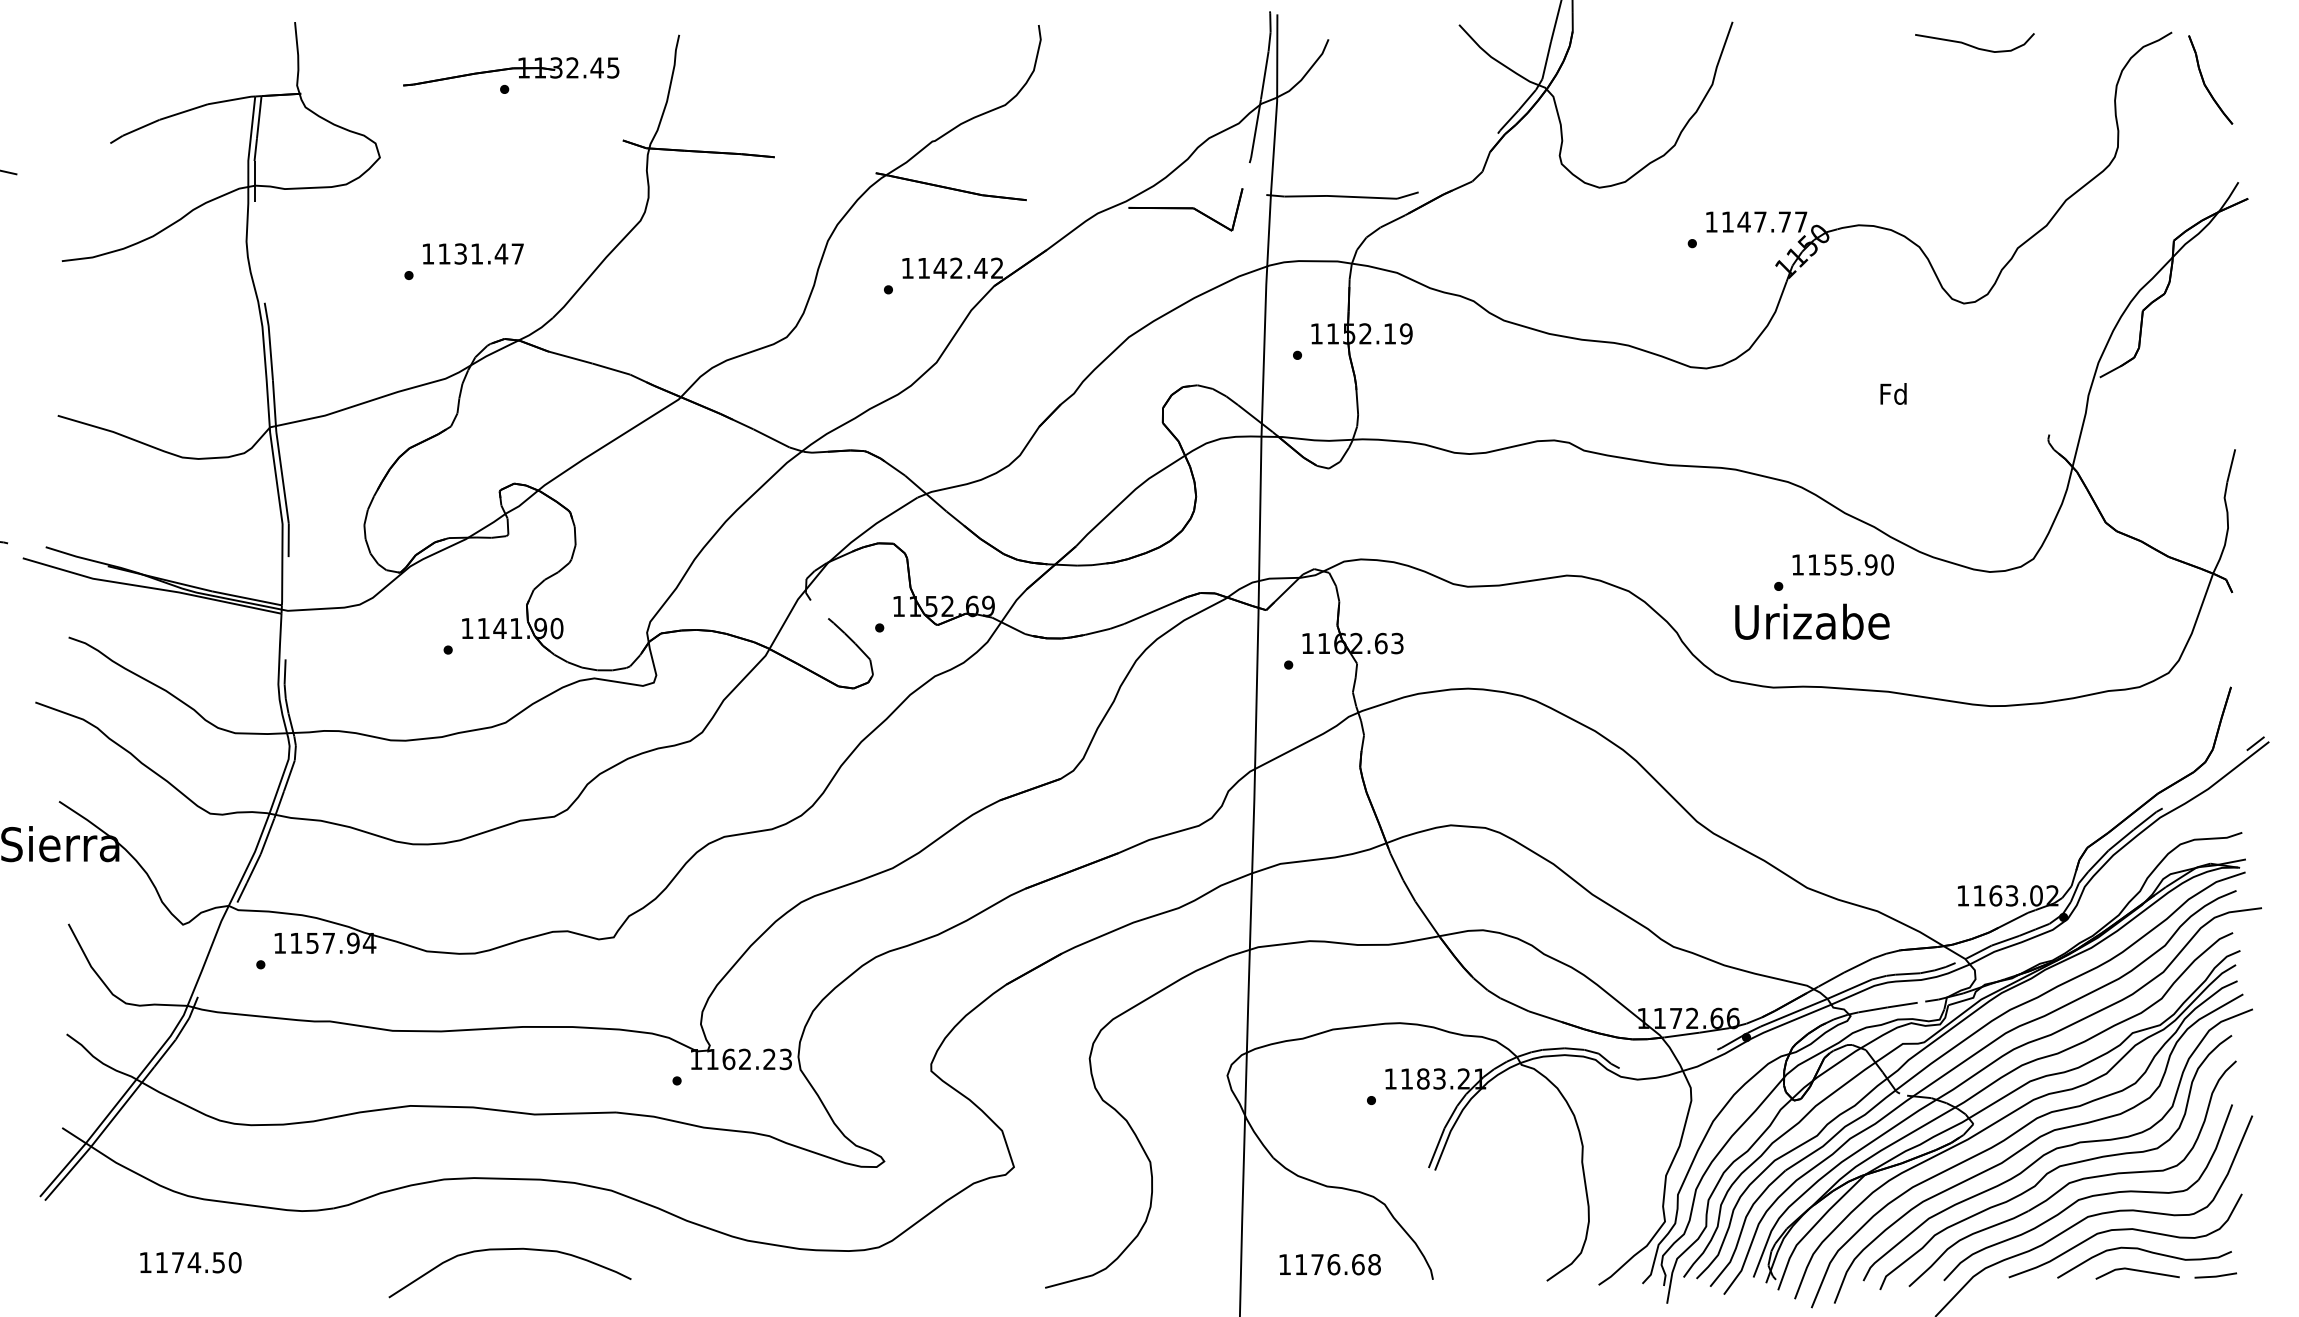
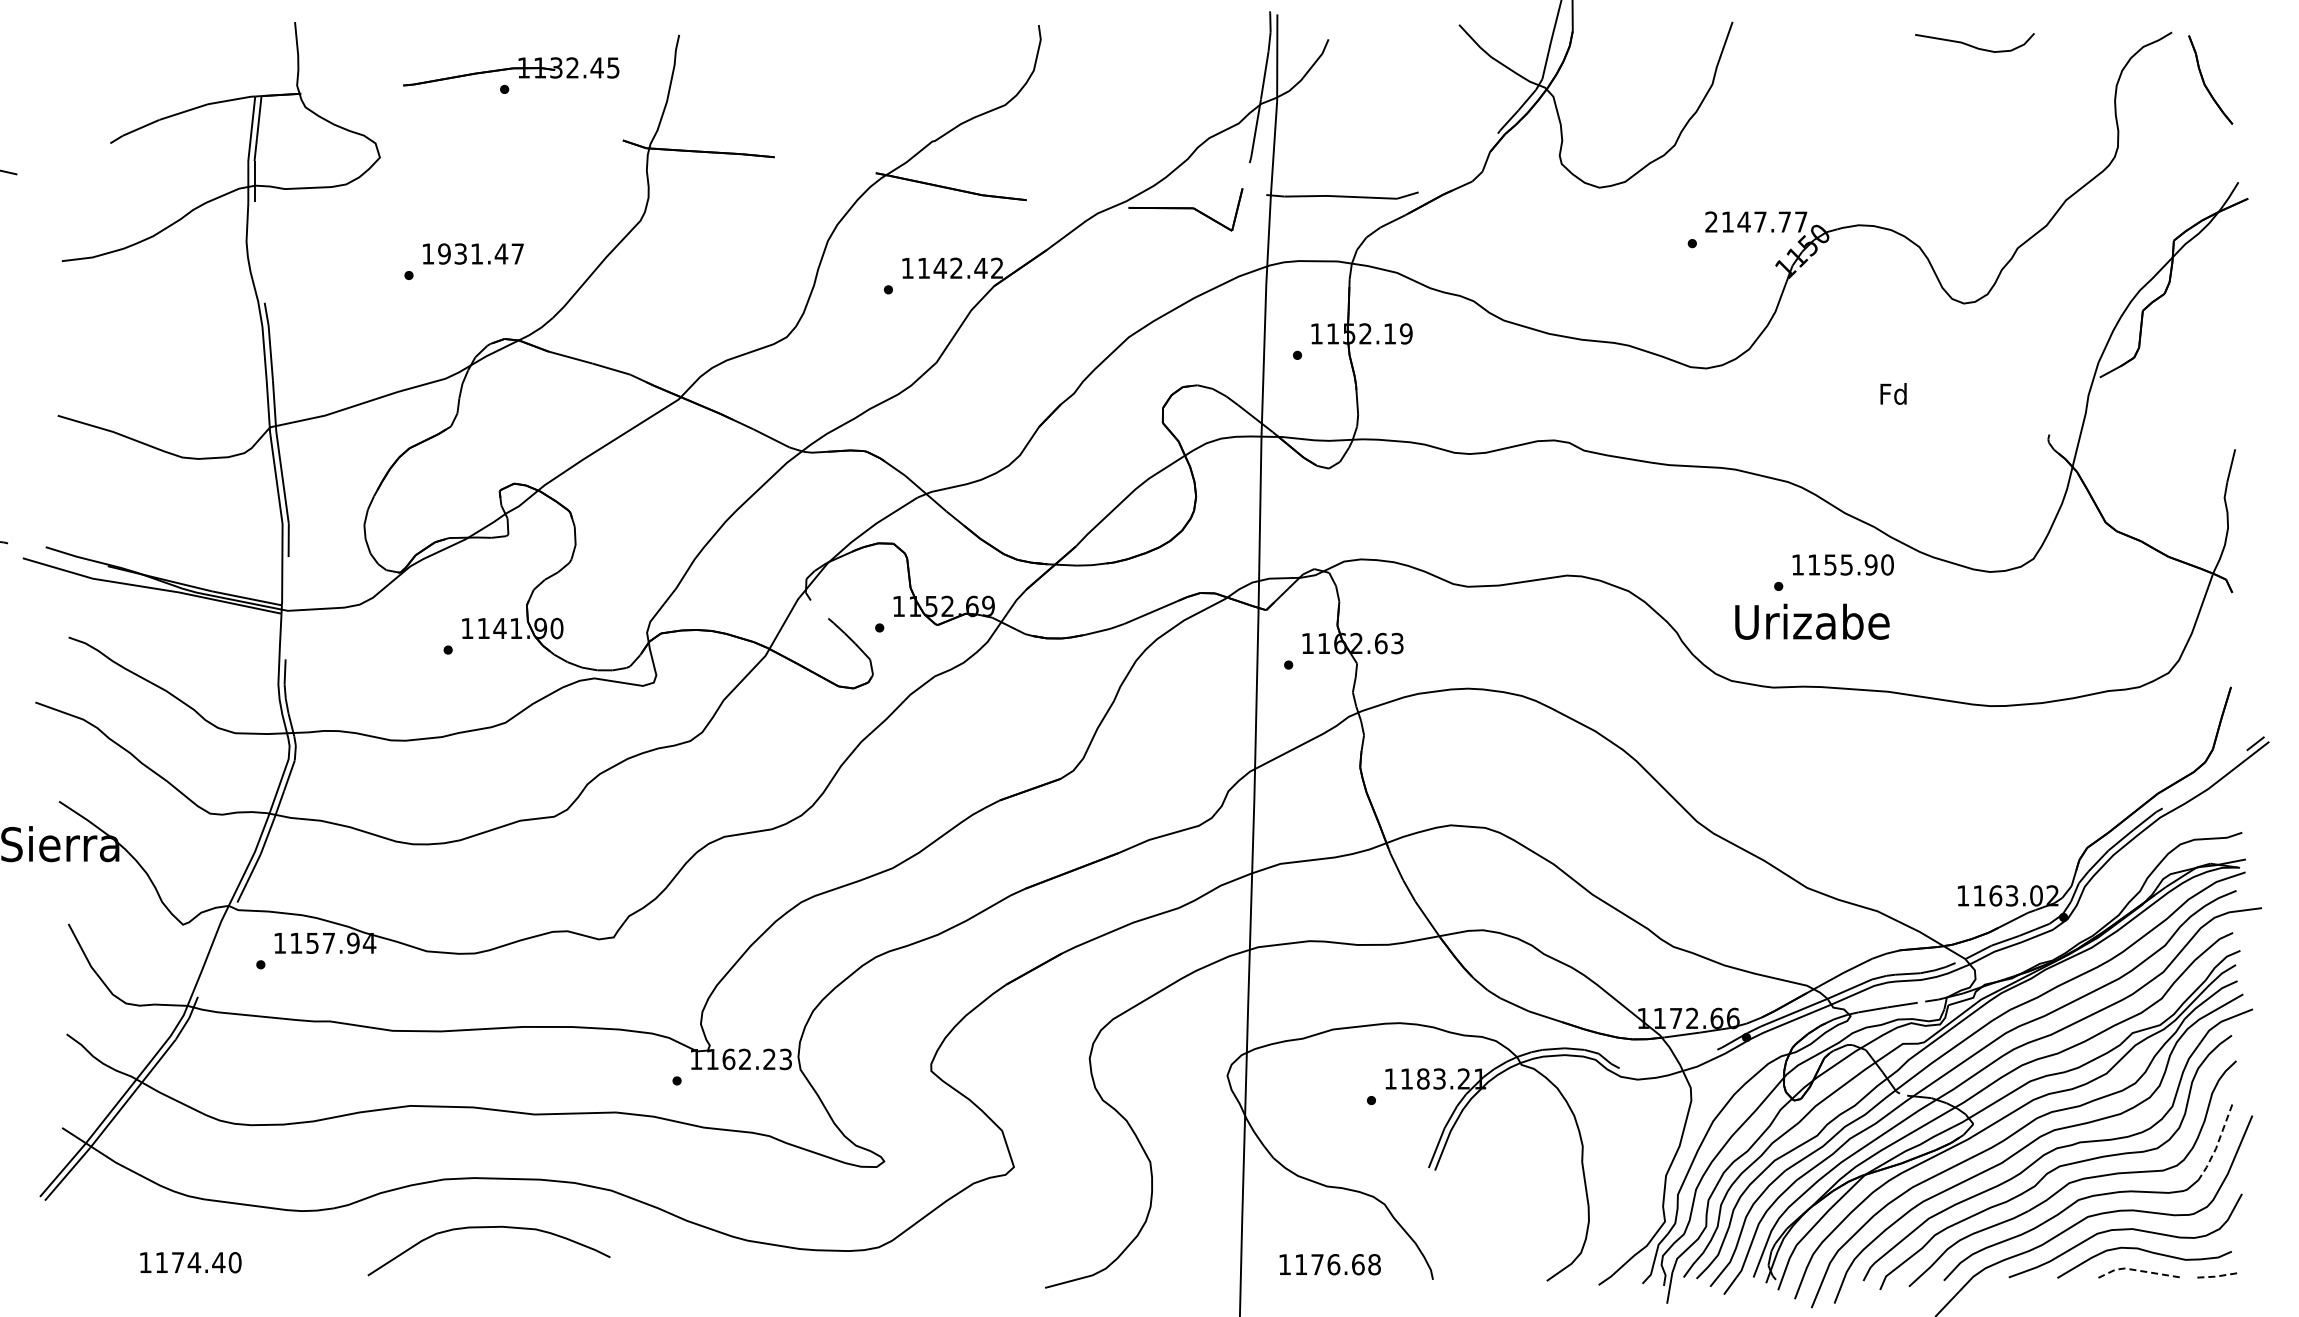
text at (1711, 221): 1147.77 -> 2147.77
text at (444, 253): 1131.47 -> 1931.47
line at (2217, 1145): solid -> dashed
curve at (505, 1250) position: (505, 1250) -> (484, 1228)
text at (218, 1262): 1174.50 -> 1174.40
line at (2135, 1270): solid -> dashed
line at (2215, 1276): solid -> dashed
